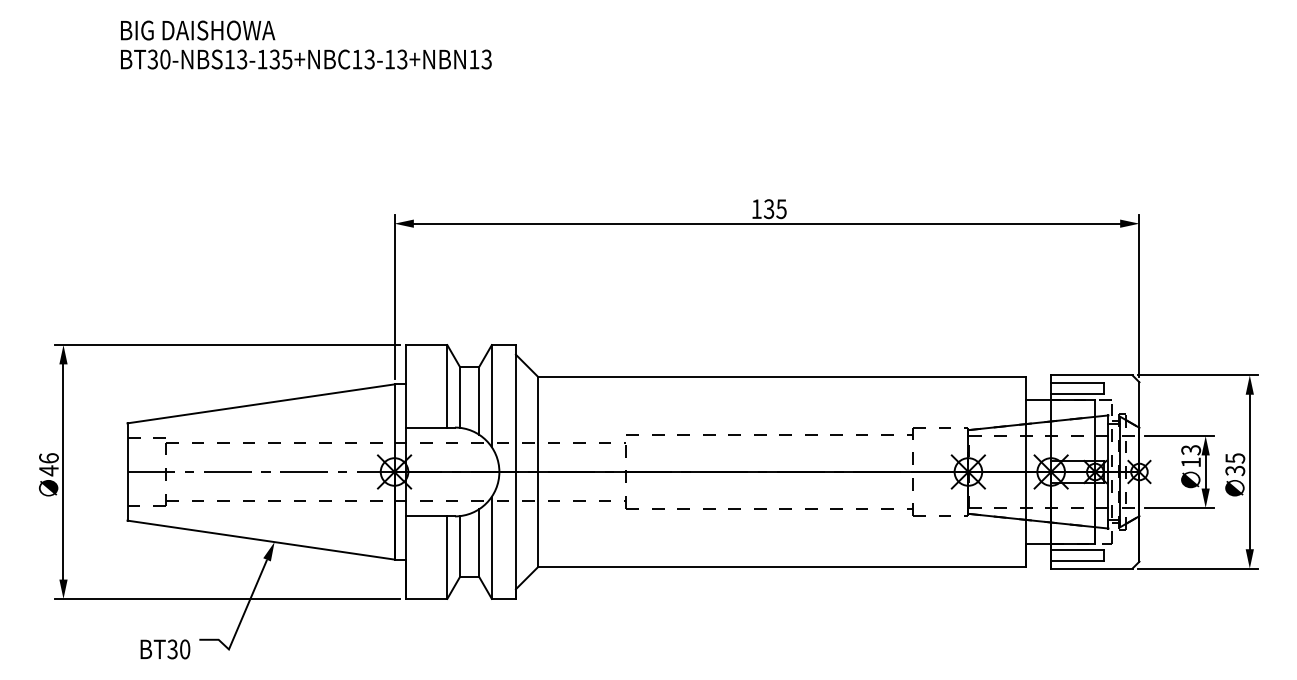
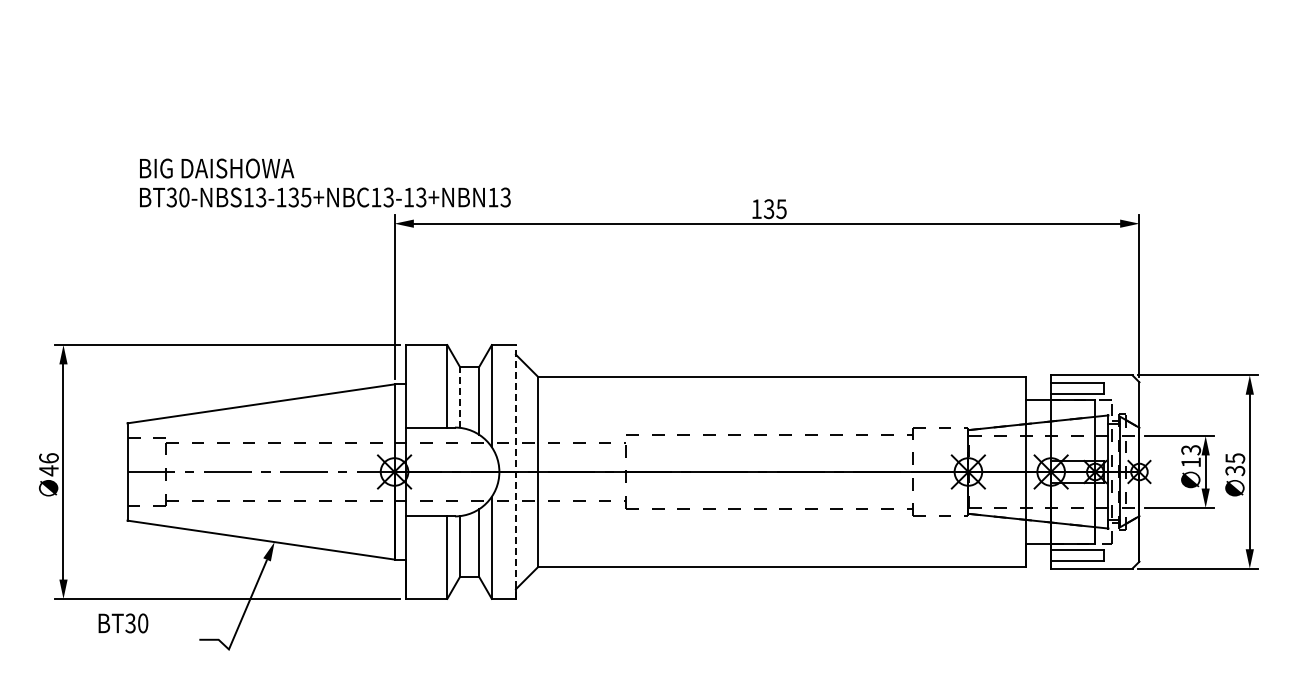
text at (306, 44) position: (306, 44) -> (325, 182)
line at (460, 397): solid -> dashed
line at (515, 471): solid -> dashed
text at (165, 649) position: (165, 649) -> (123, 623)
